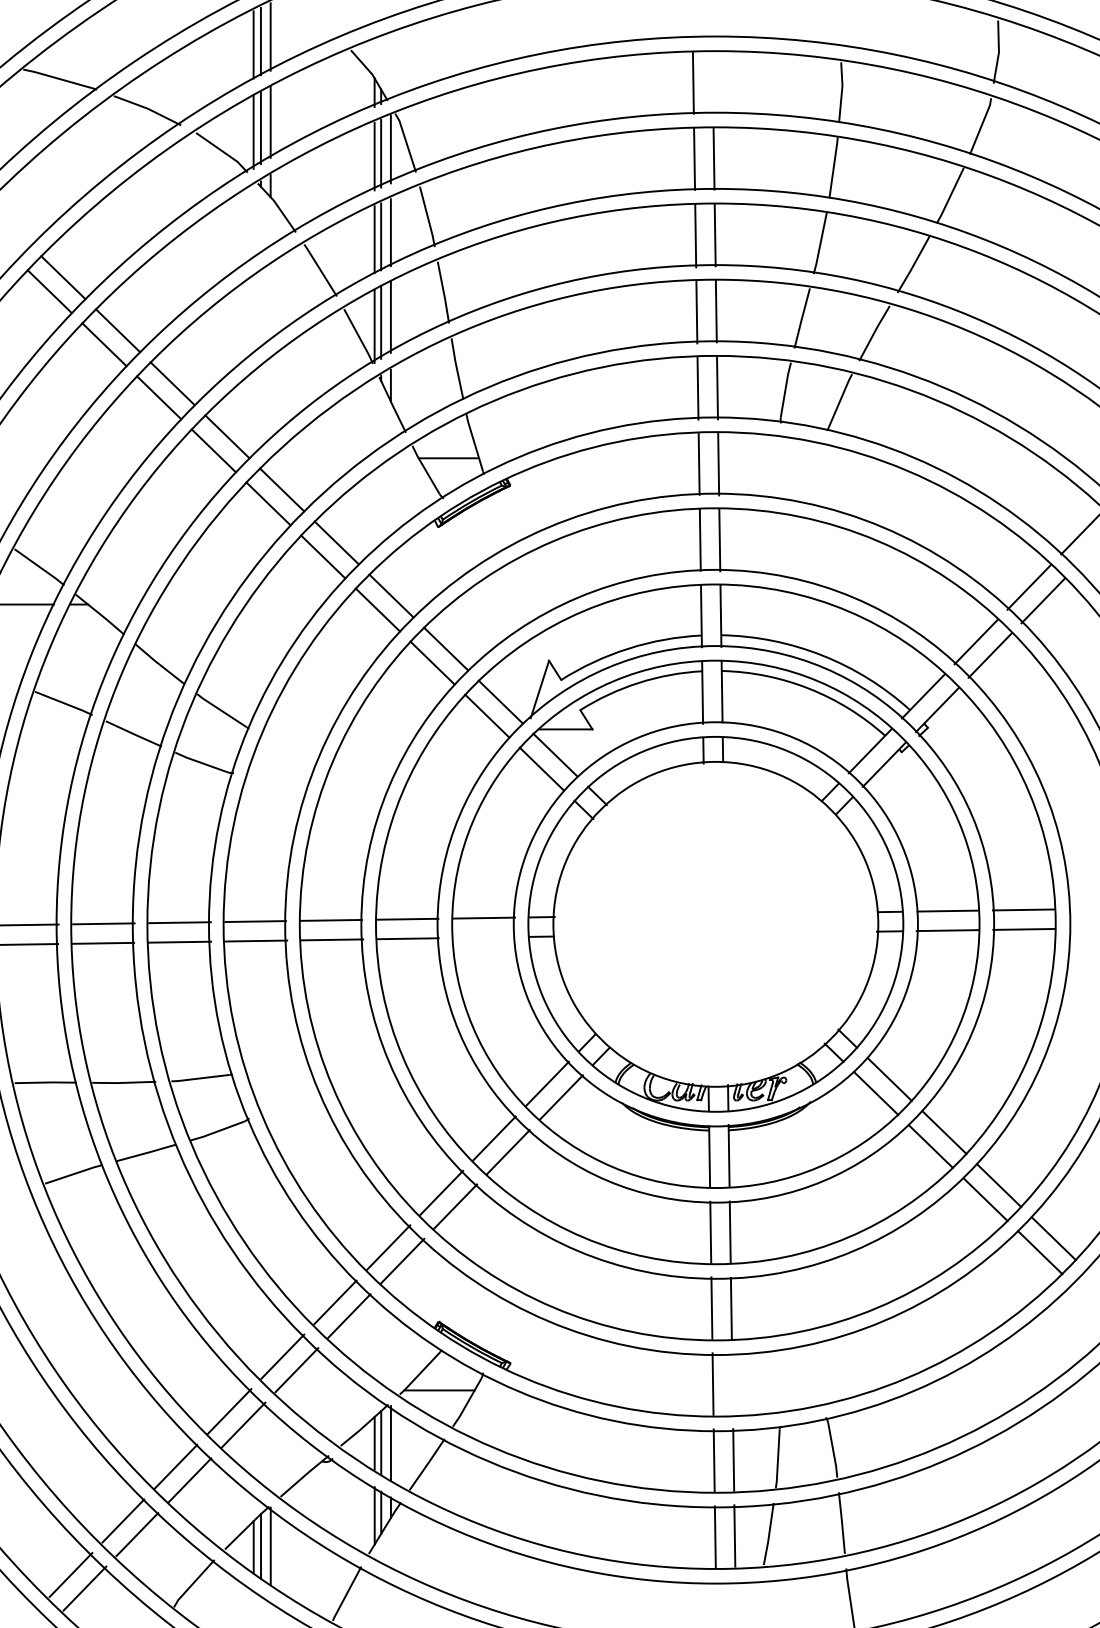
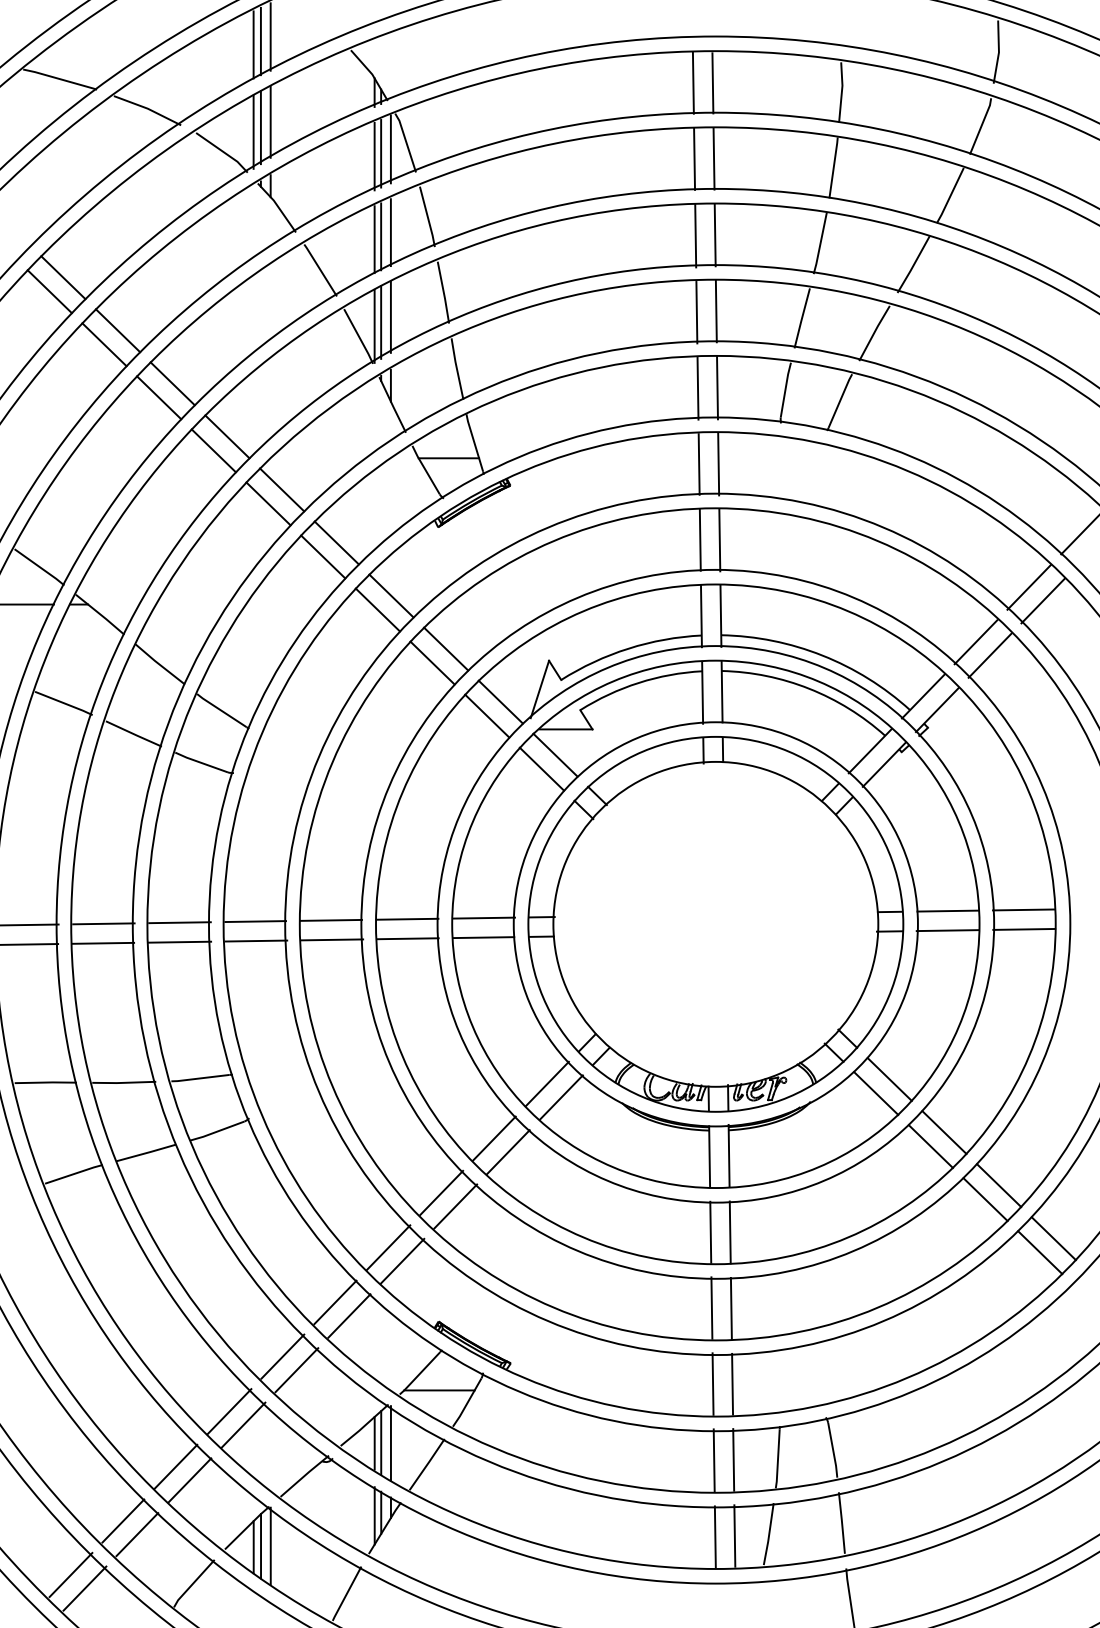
line at (712, 83): none -> present
line at (483, 937): none -> present
line at (732, 1383): none -> present
